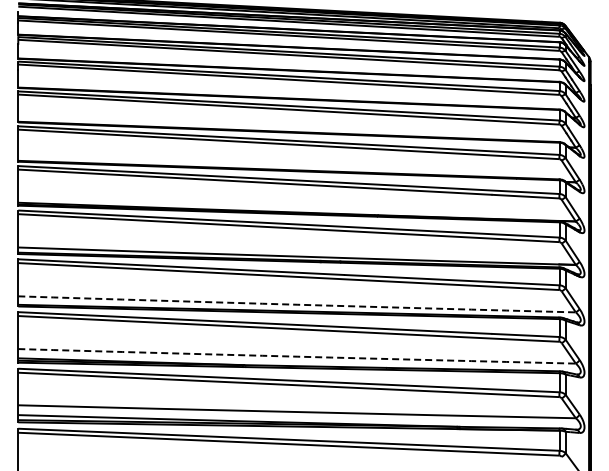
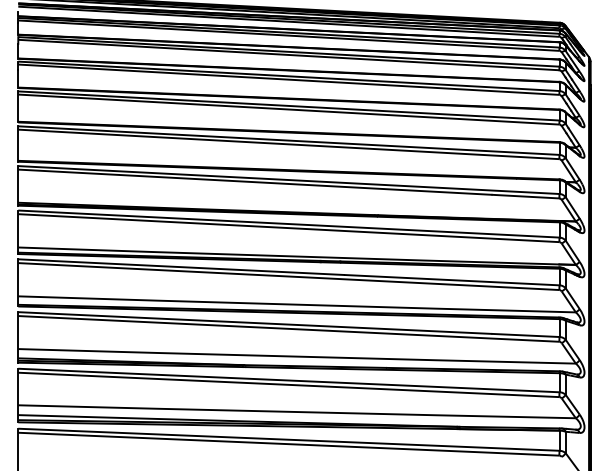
arc at (297, 304): dashed -> solid
arc at (297, 356): dashed -> solid
